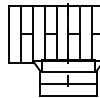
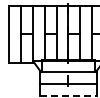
line at (68, 95): solid -> dashed
